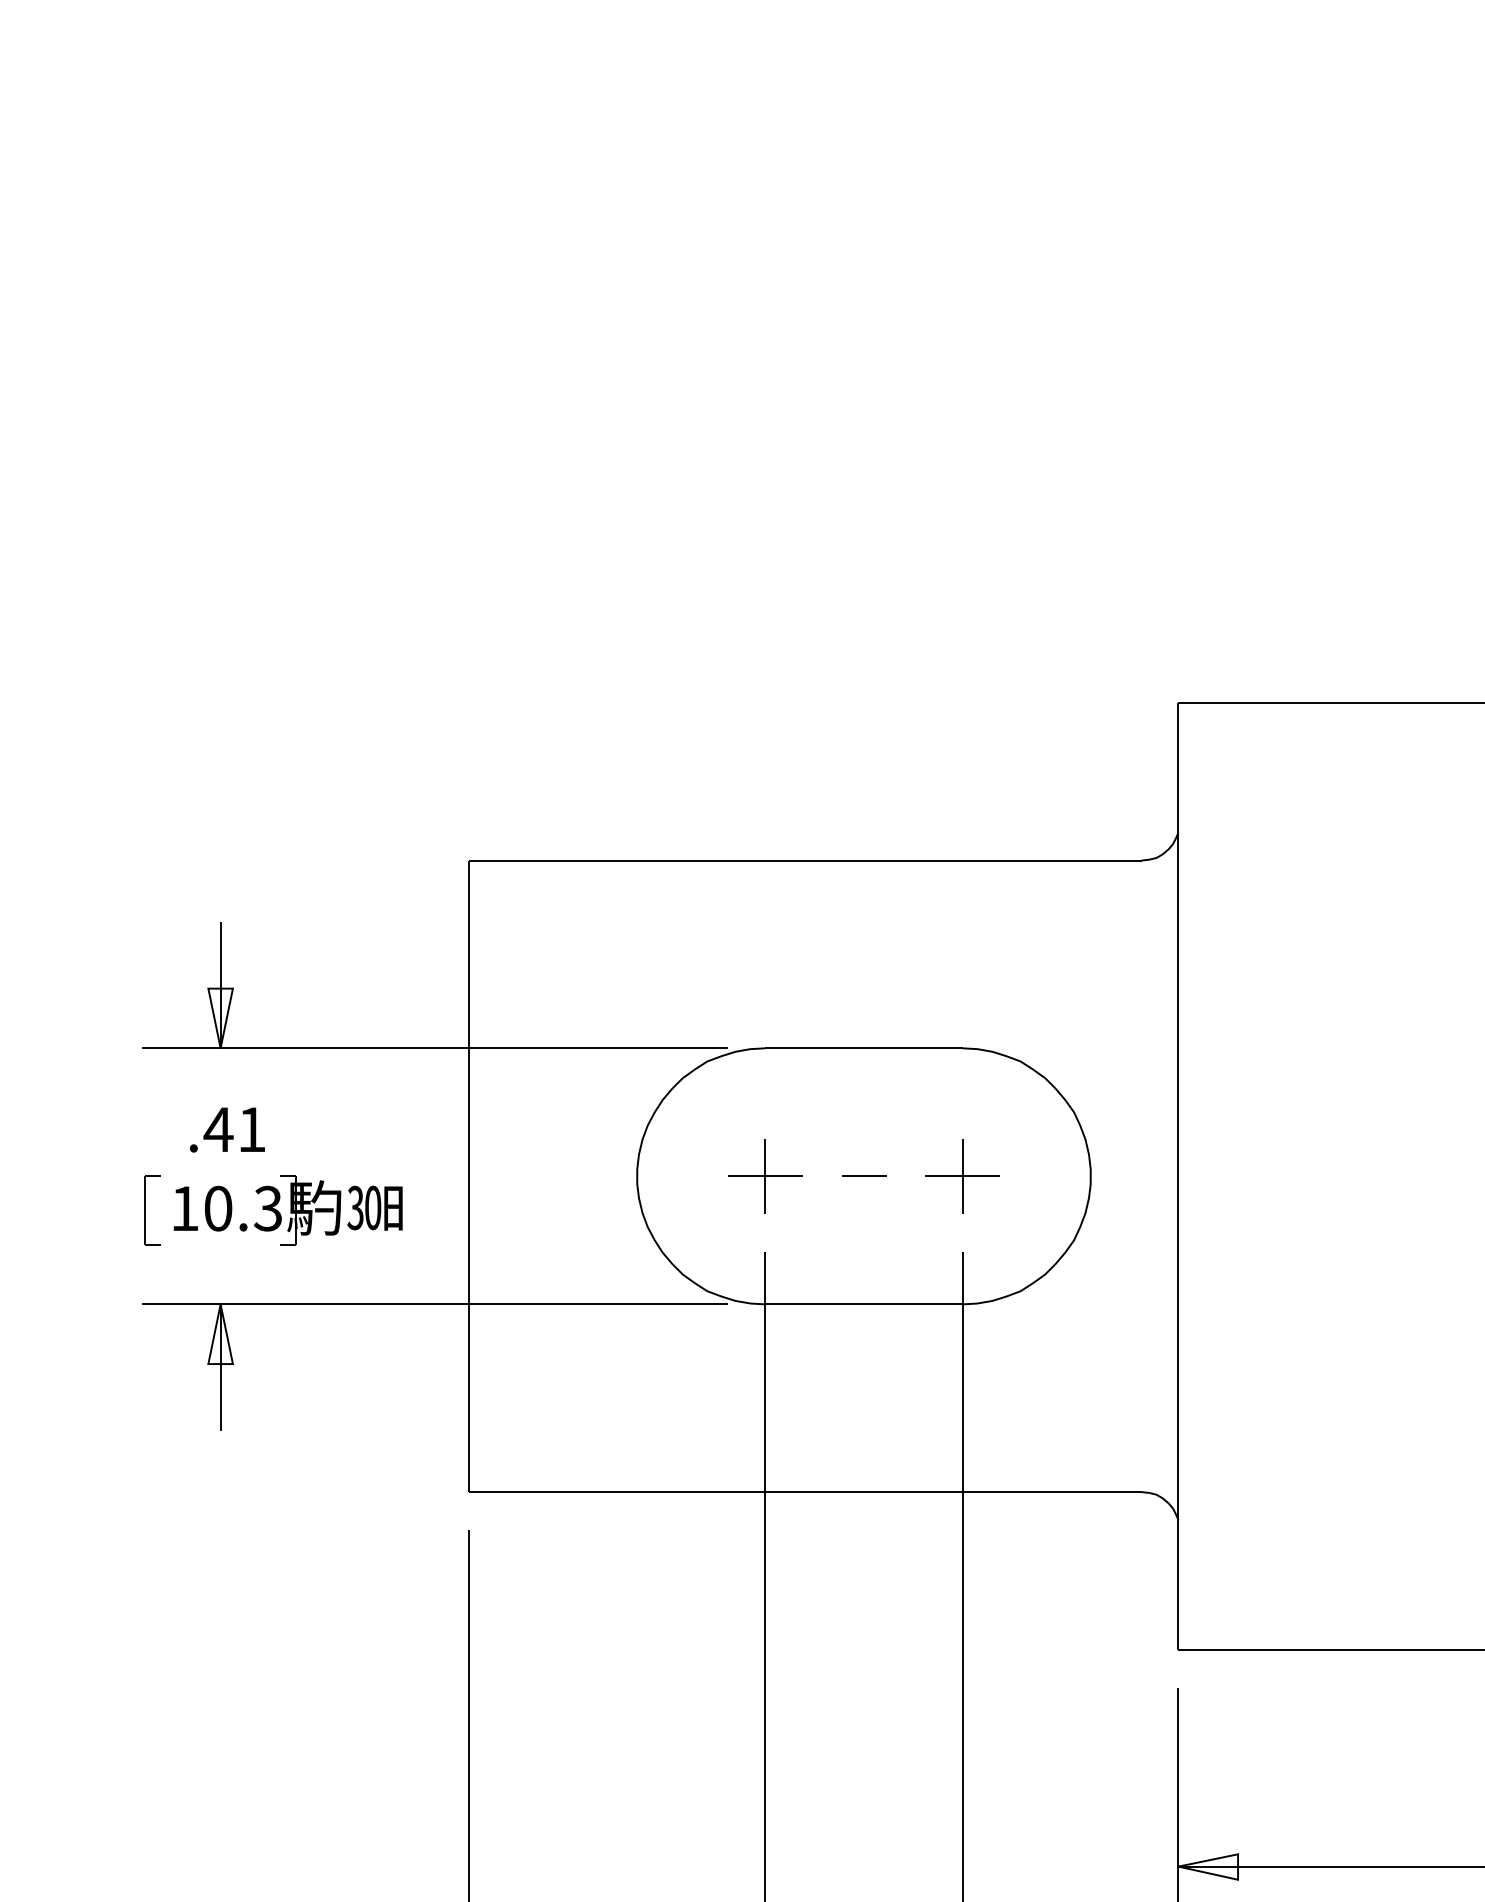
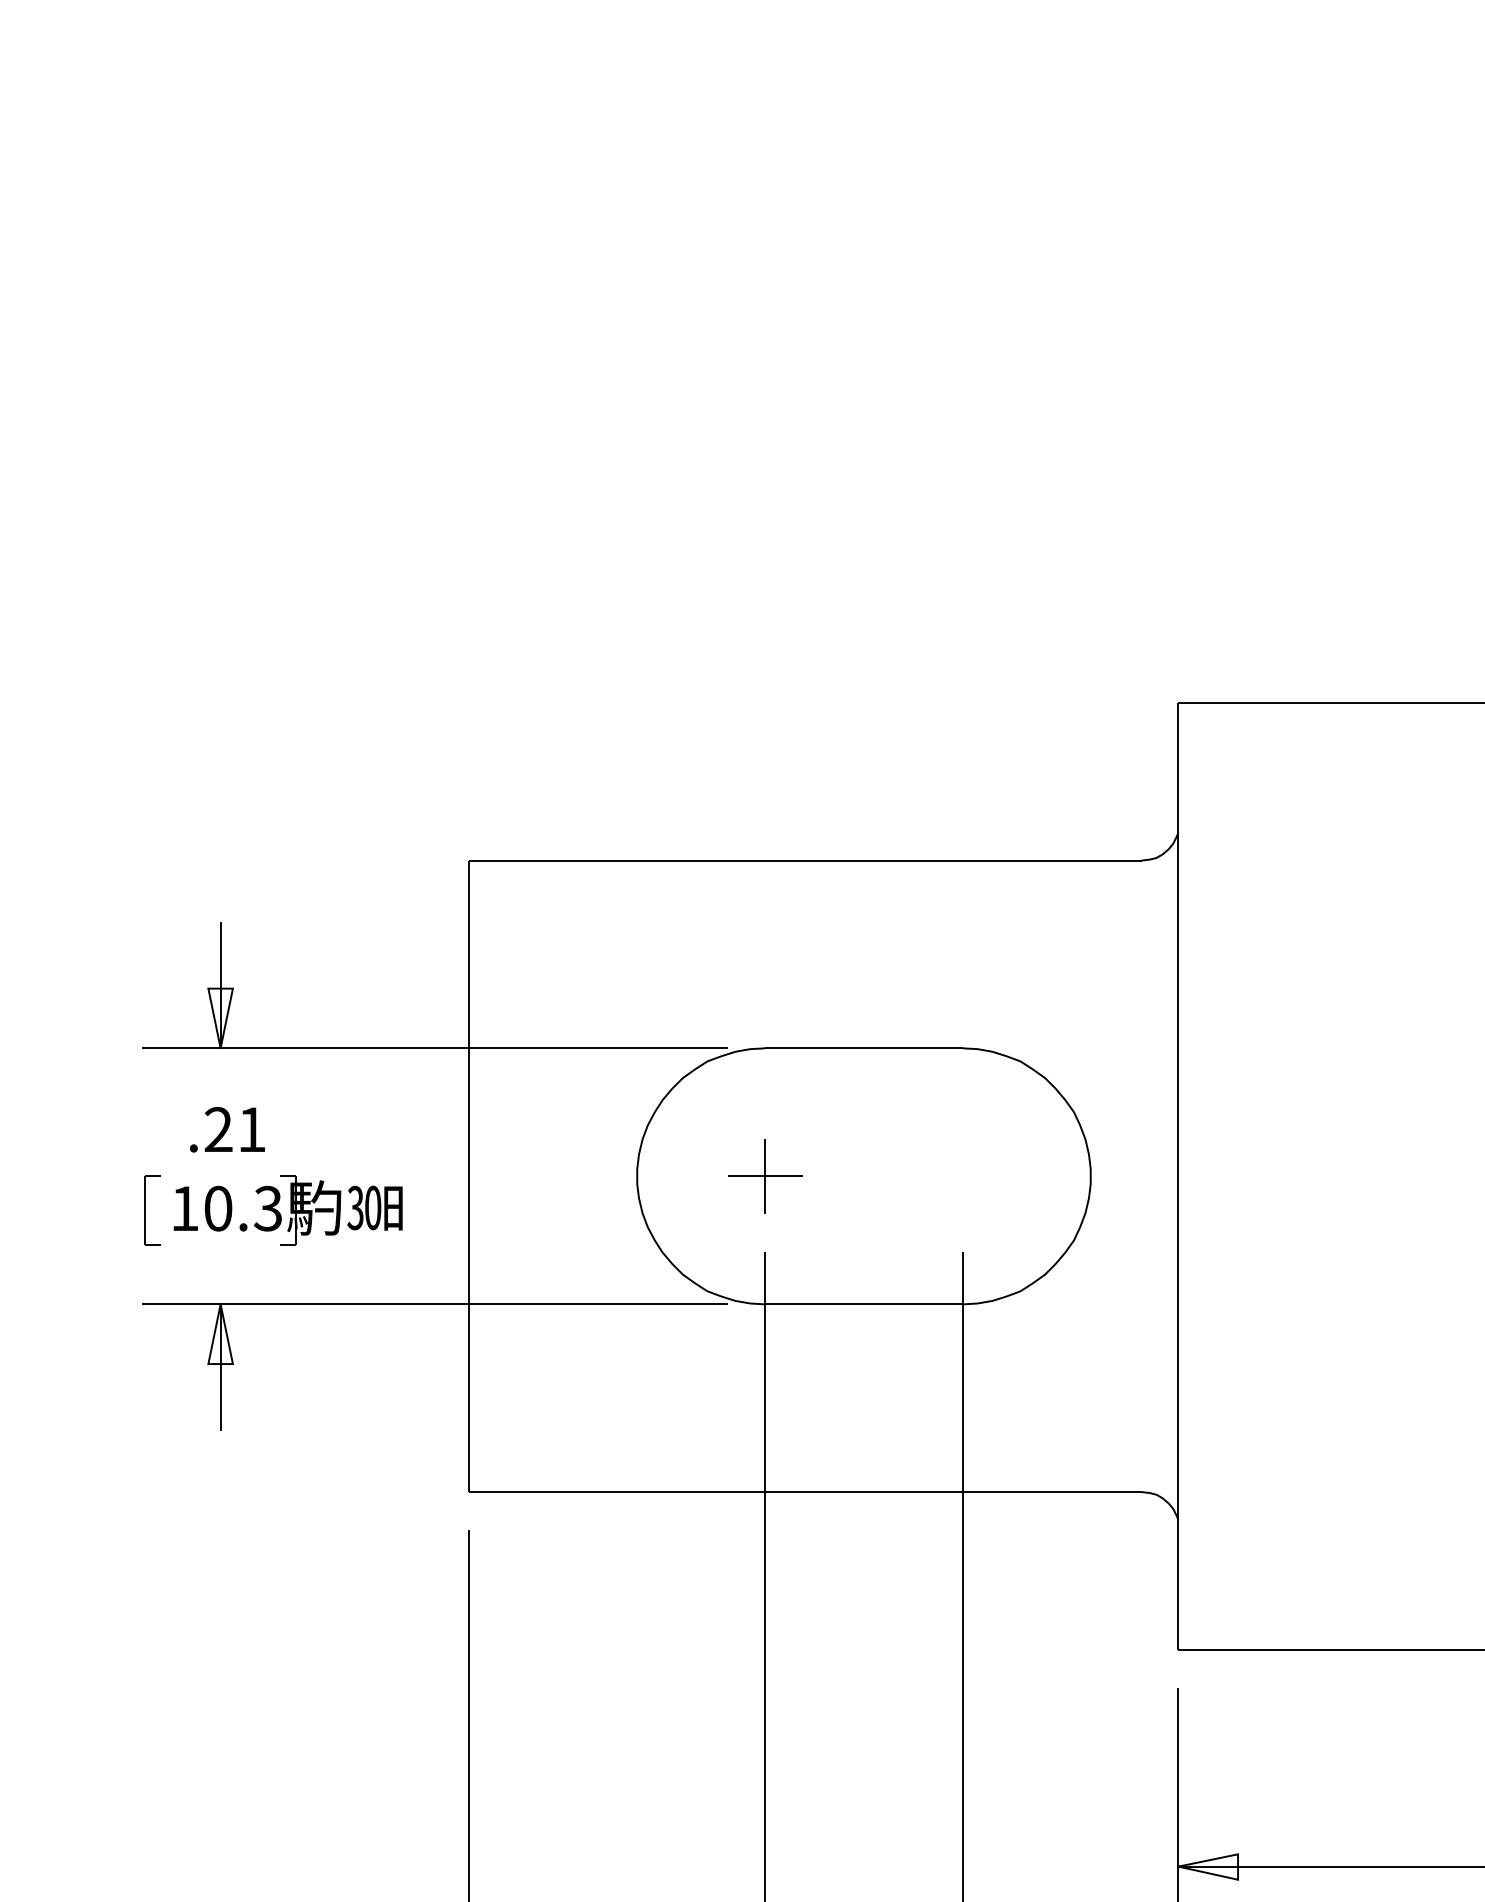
text at (218, 1129): .41 -> .21
line at (864, 1175): present -> none
part at (962, 1176): present -> none
